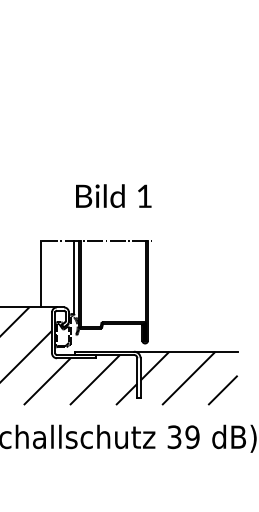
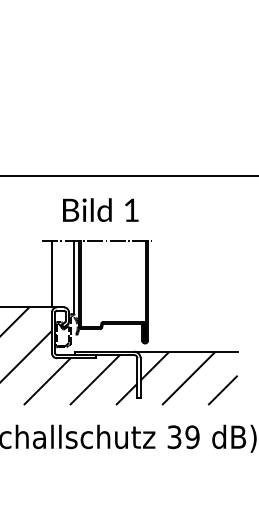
line at (128, 175): none -> present
text at (113, 195) position: (113, 195) -> (100, 209)
line at (41, 273) position: (41, 273) -> (52, 273)
